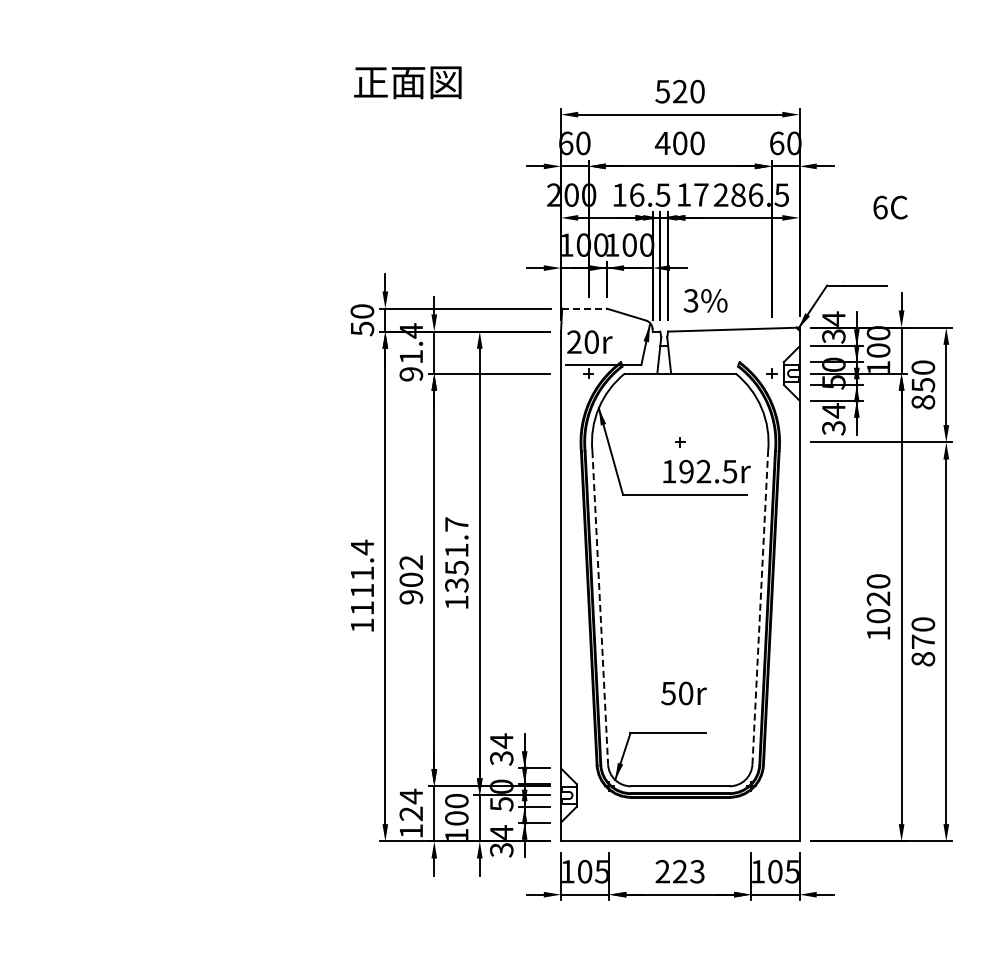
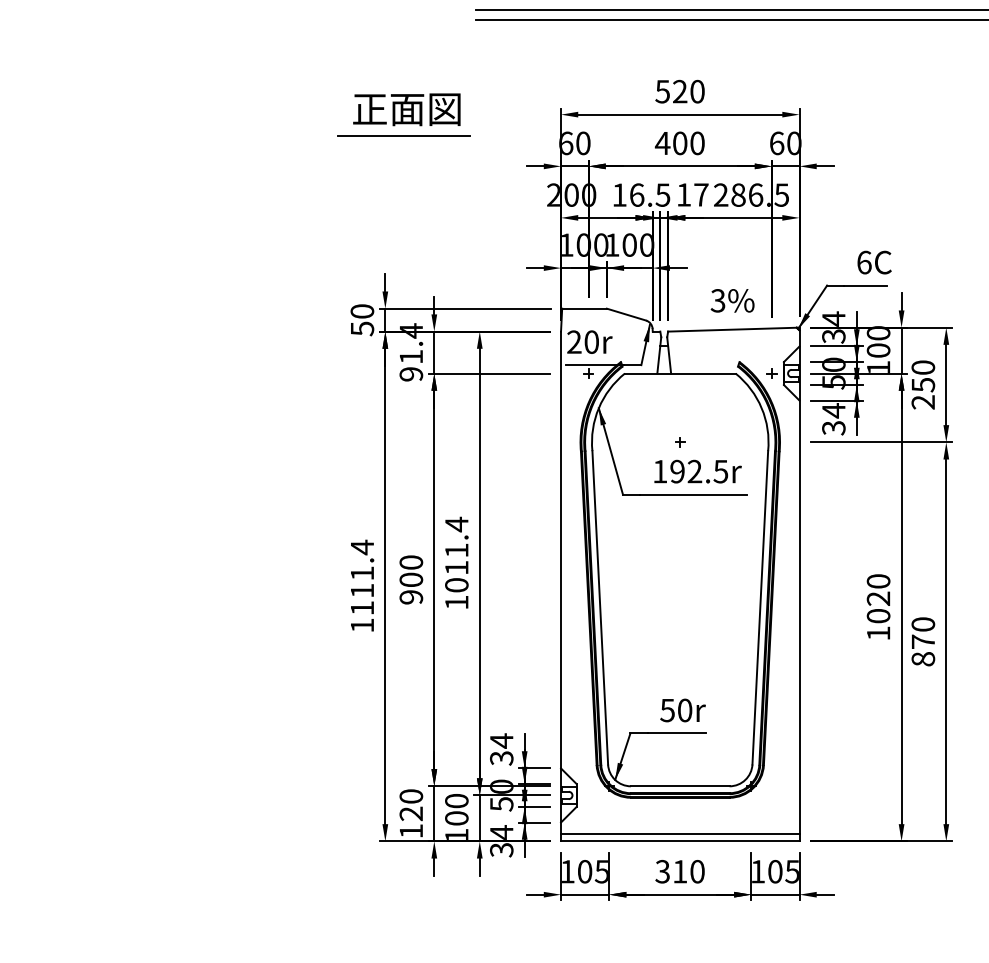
line at (730, 10): none -> present
line at (730, 19): none -> present
text at (407, 82) position: (407, 82) -> (406, 109)
line at (404, 136): none -> present
text at (890, 207) position: (890, 207) -> (874, 262)
text at (705, 300) position: (705, 300) -> (732, 300)
line at (585, 308): dashed -> solid
text at (923, 402): 850 -> 250
text at (706, 471) position: (706, 471) -> (697, 471)
text at (456, 554): 1351.7 -> 1011.4
text at (411, 562): 902 -> 900
line at (600, 607): dashed -> solid
line at (760, 607): dashed -> solid
text at (683, 693) position: (683, 693) -> (682, 710)
text at (411, 796): 124 -> 120
line at (680, 834): none -> present
text at (679, 871): 223 -> 310
